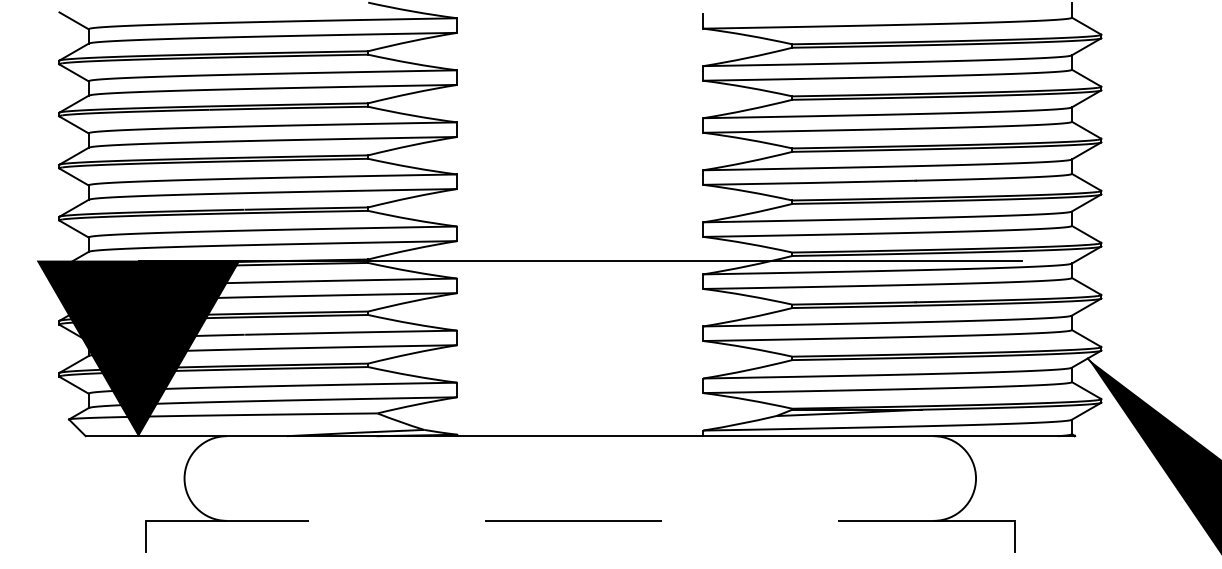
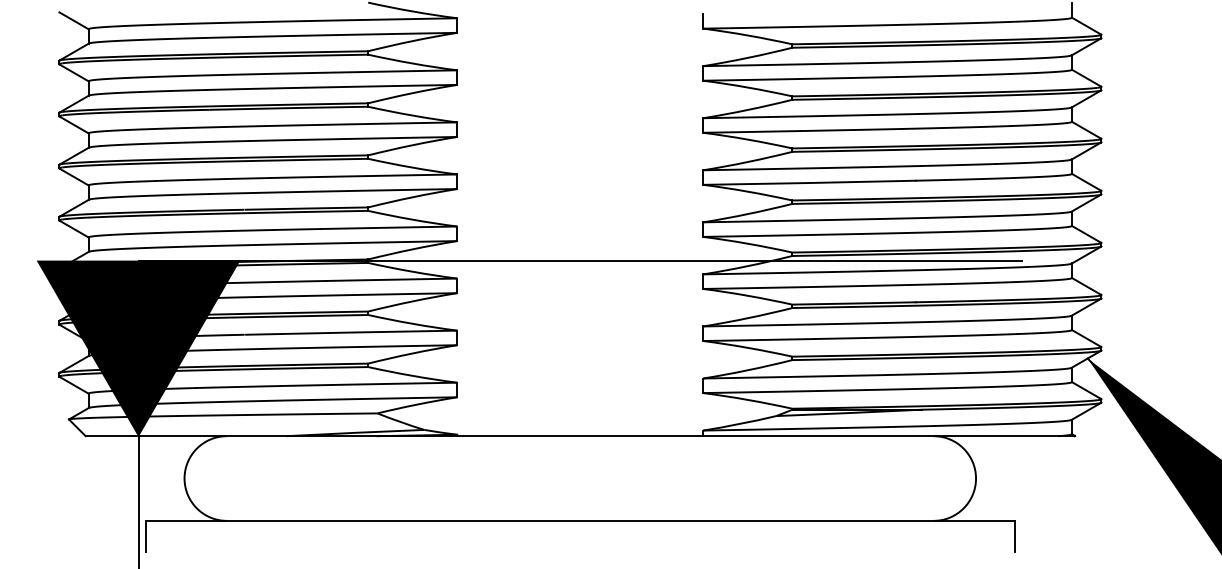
line at (138, 501): none -> present
line at (580, 520): dashed -> solid
